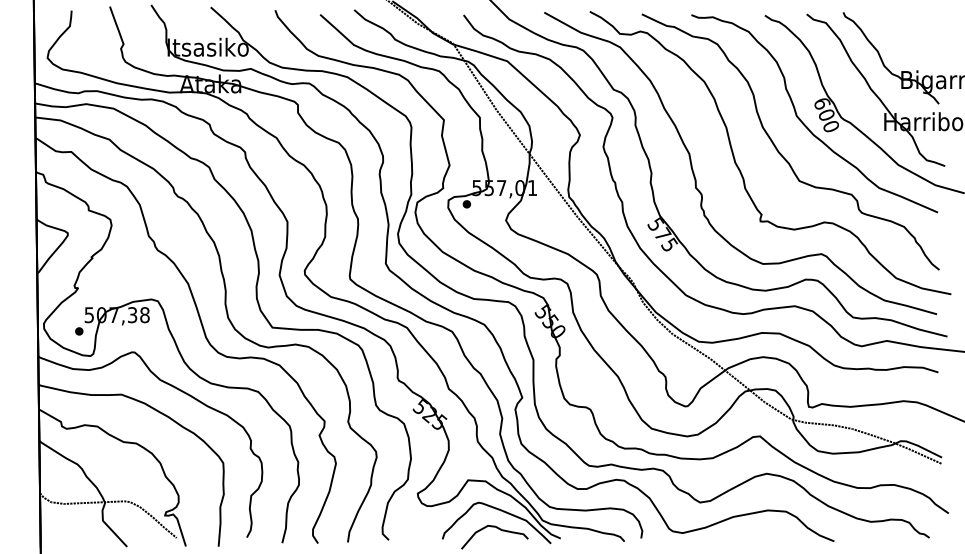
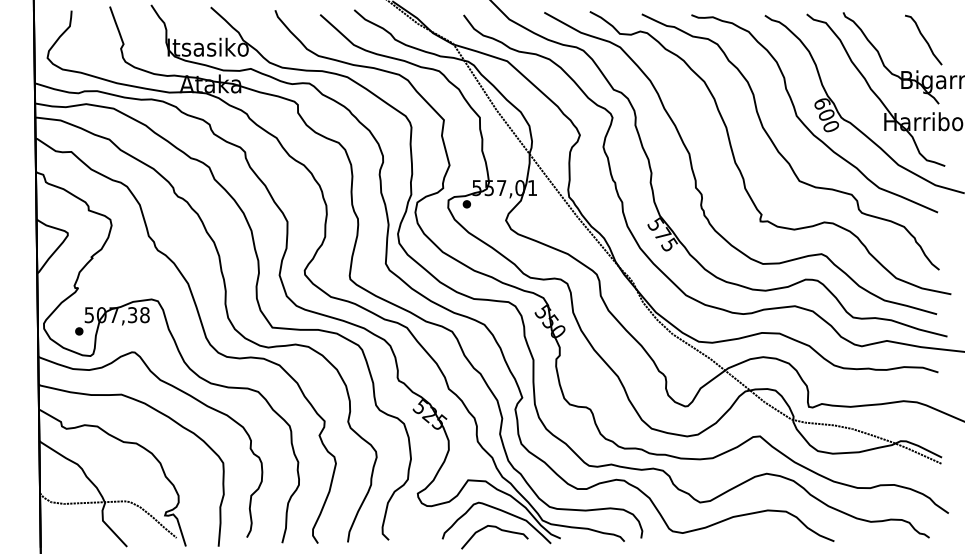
curve at (923, 39): none -> present
